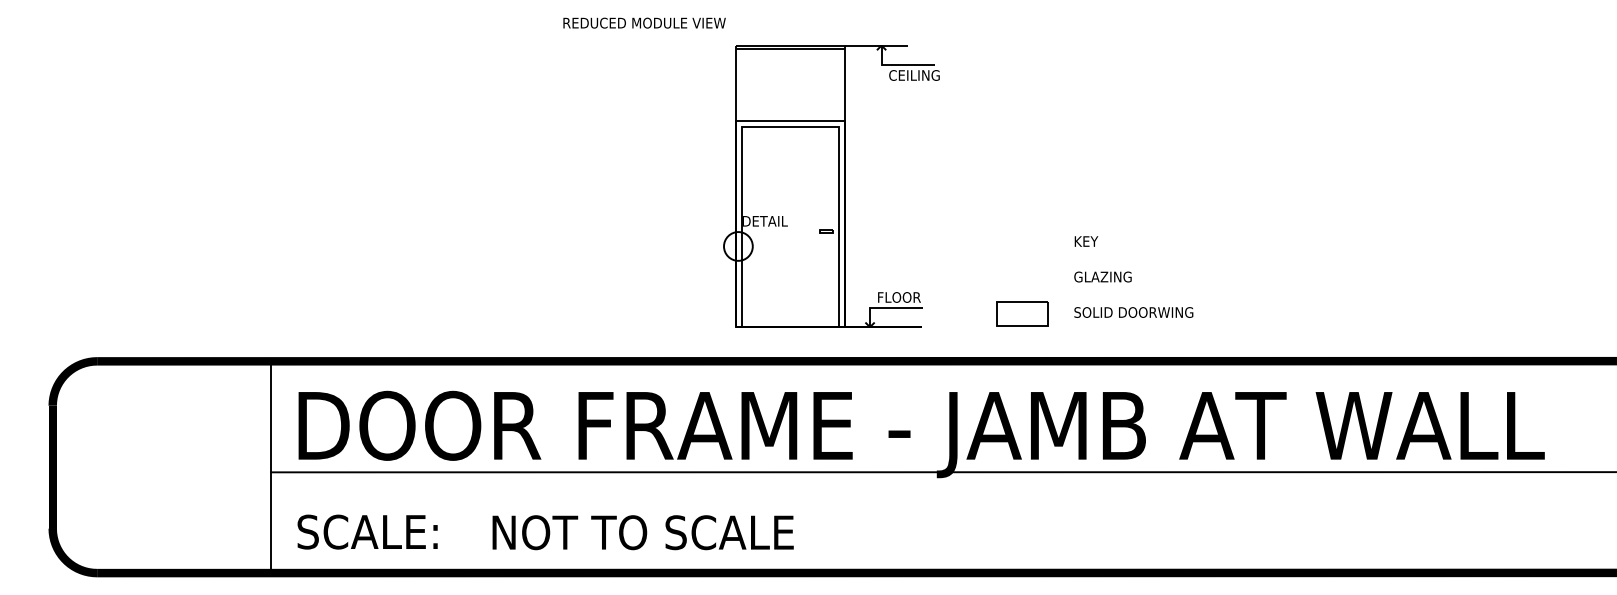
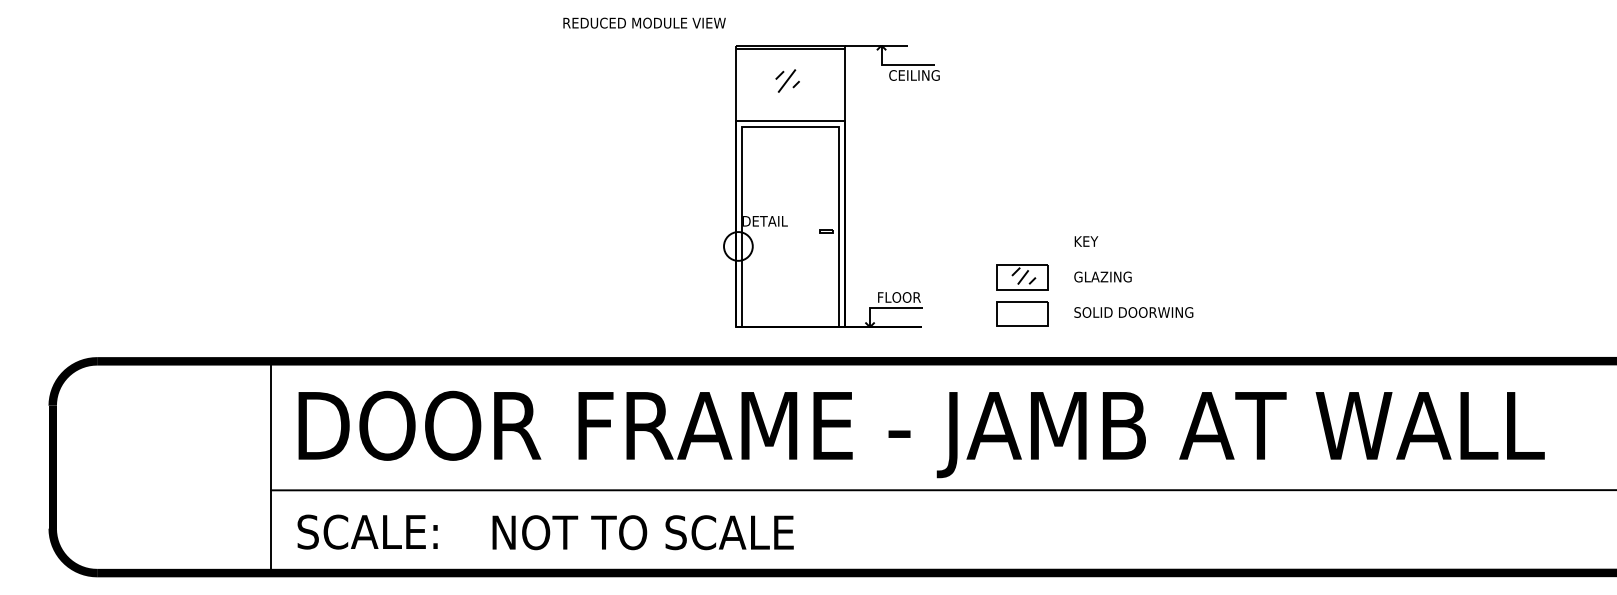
part at (787, 80): none -> present
part at (1022, 277): none -> present
line at (942, 472) position: (942, 472) -> (942, 490)
